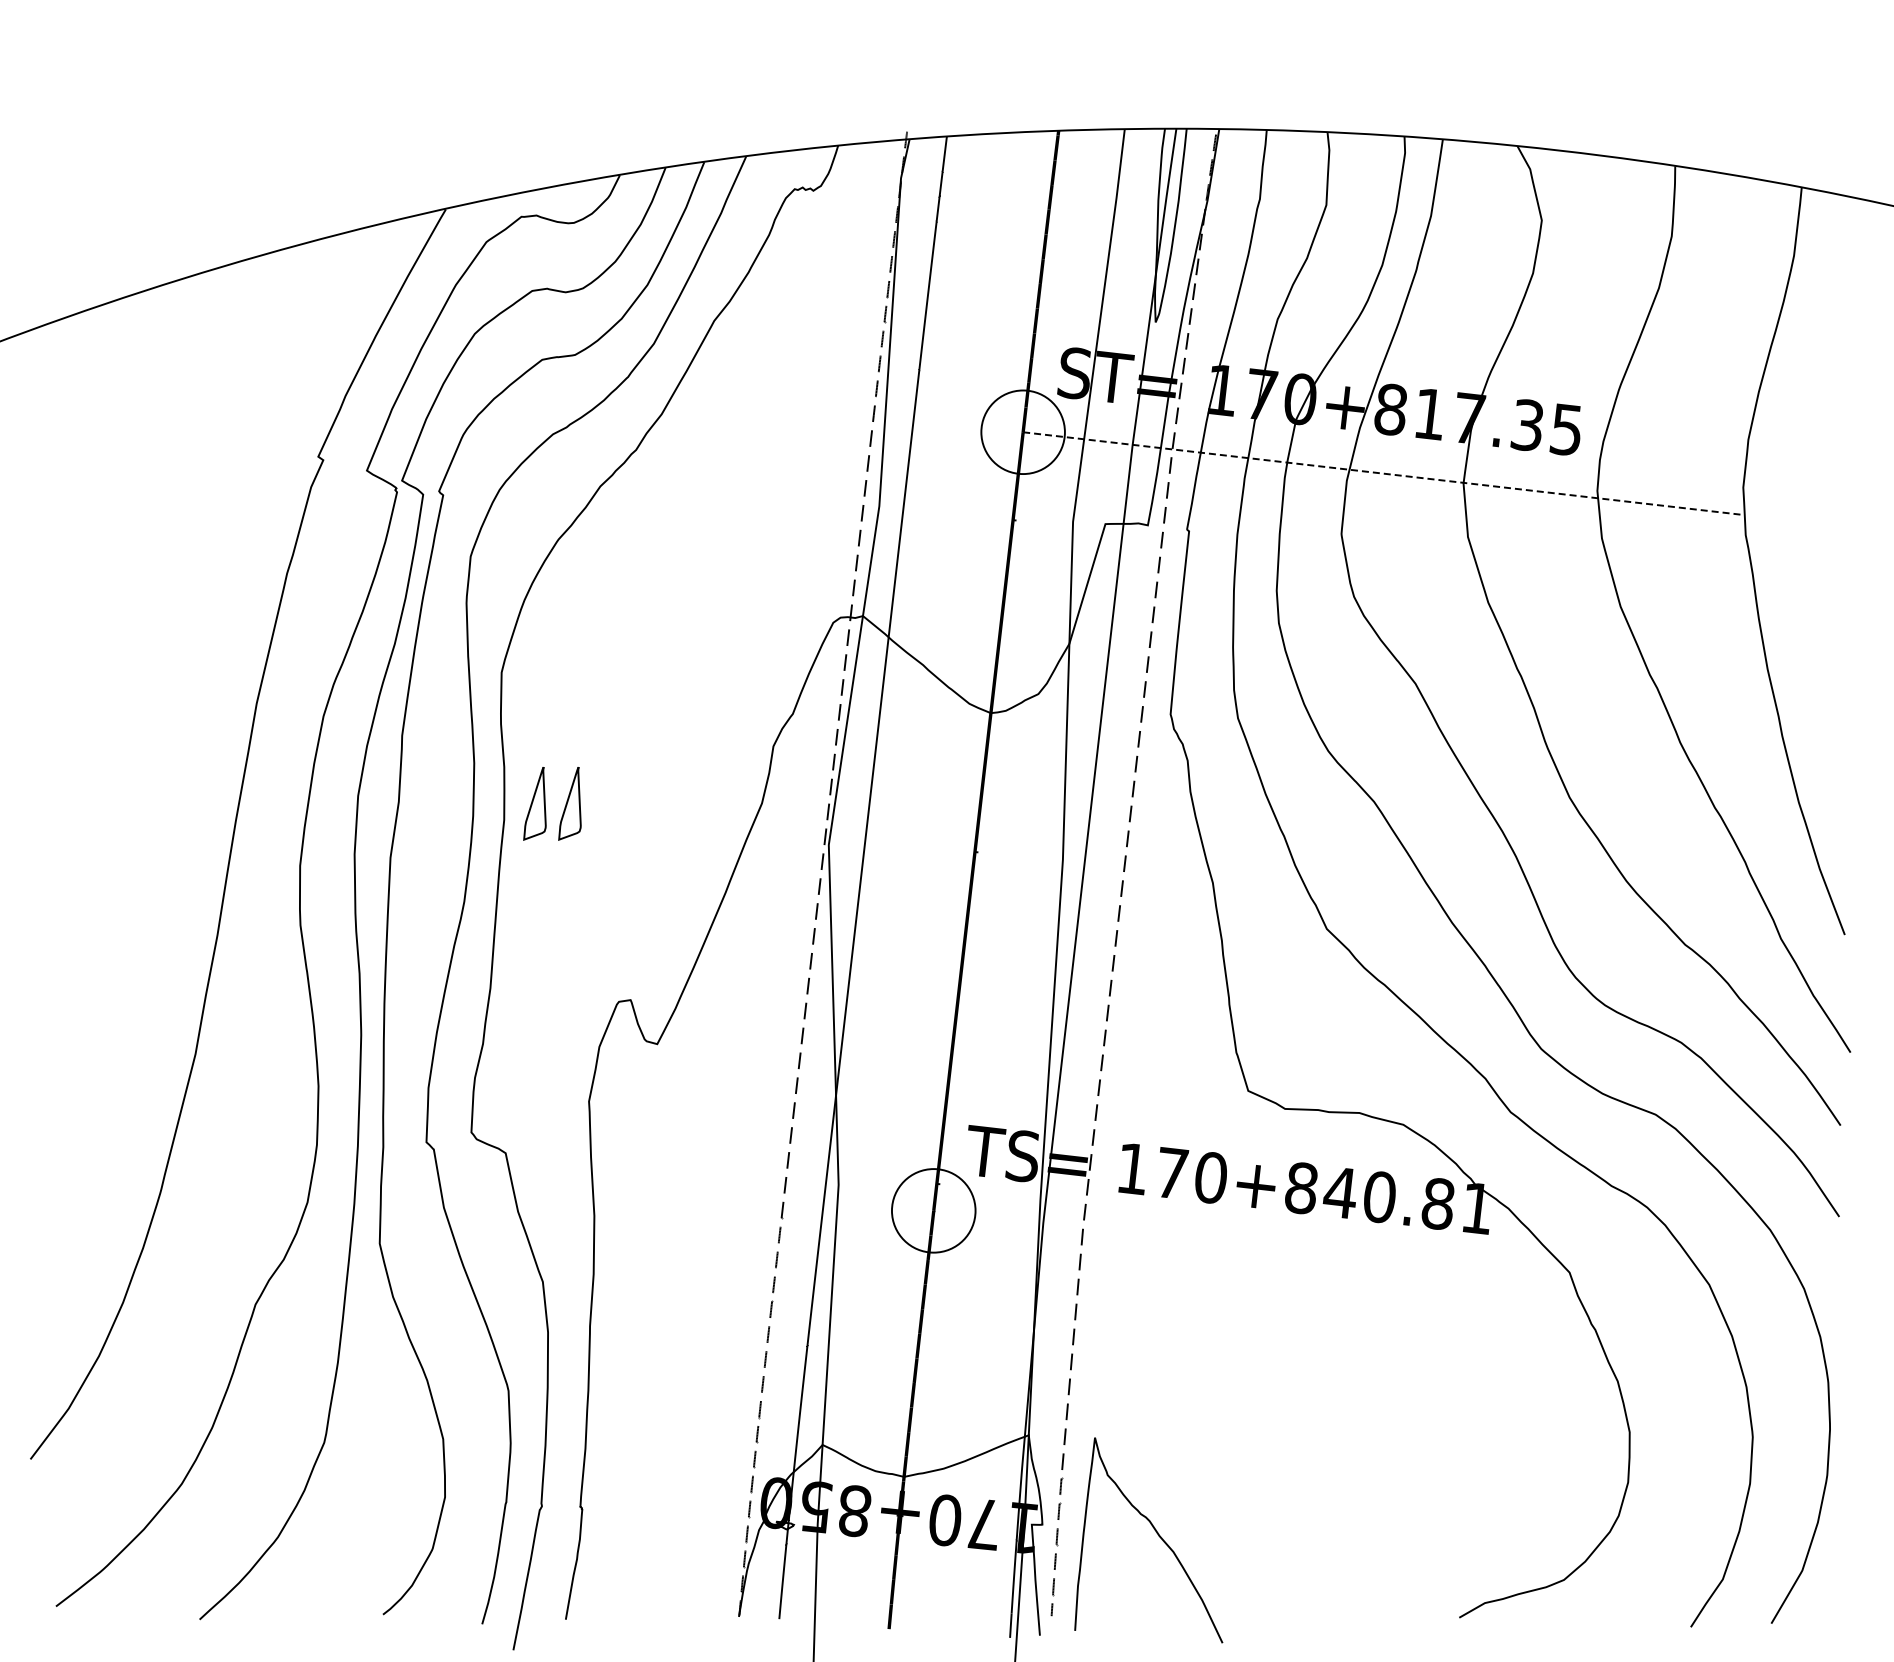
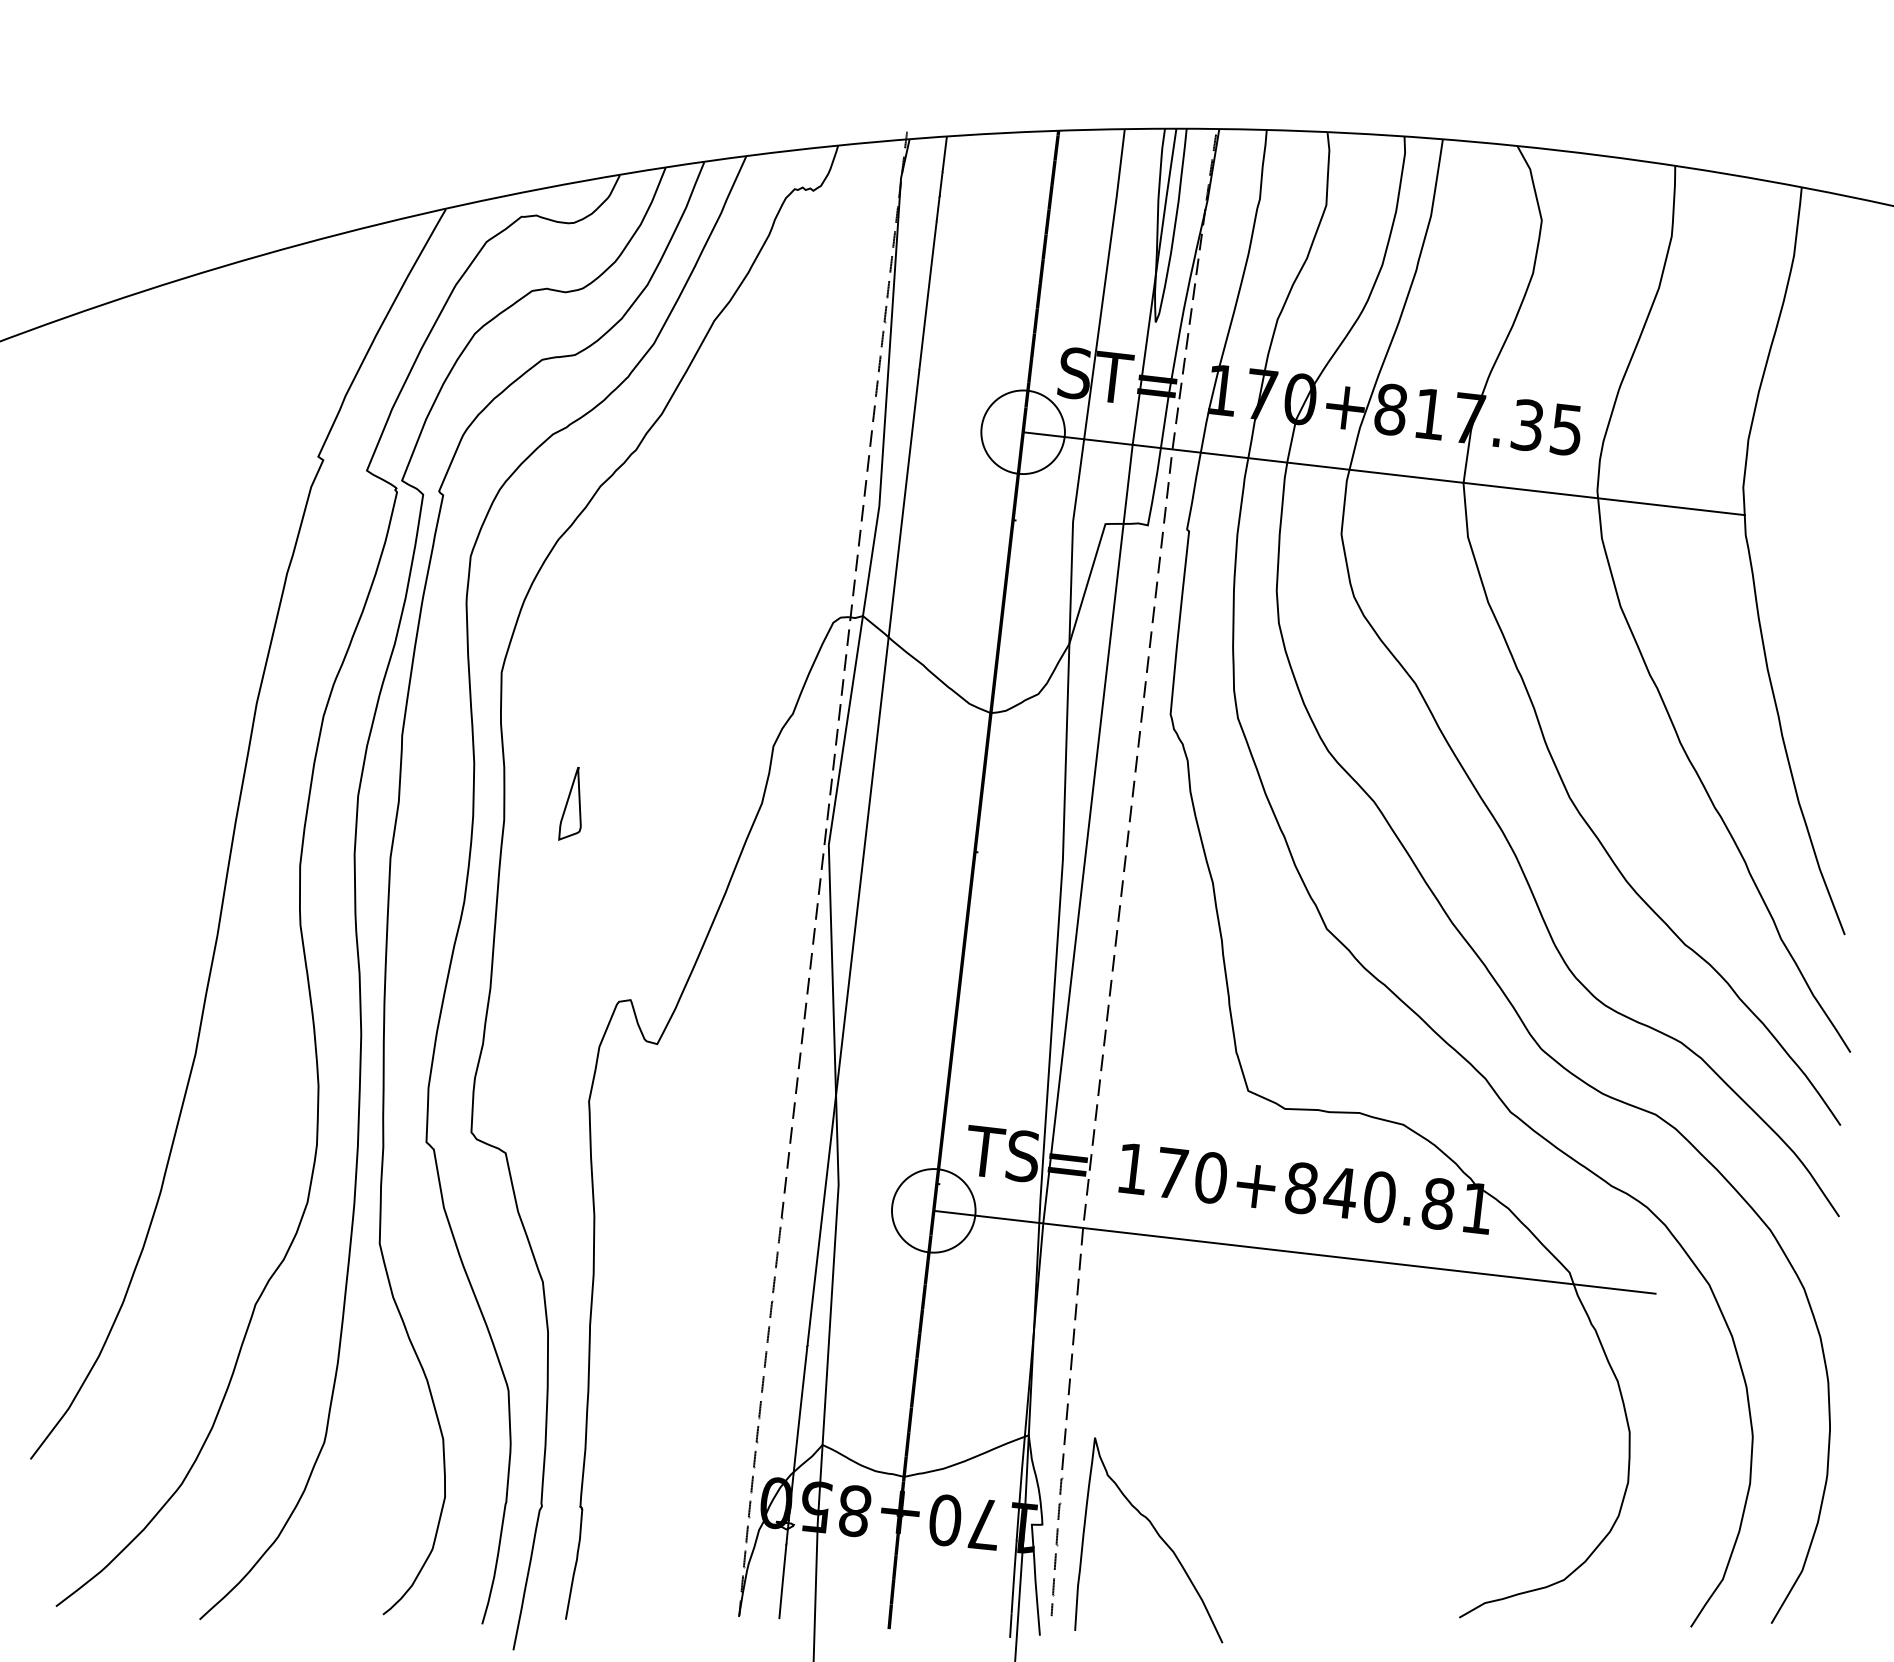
line at (1384, 473): dashed -> solid
part at (534, 803): present -> none
line at (1294, 1251): none -> present
